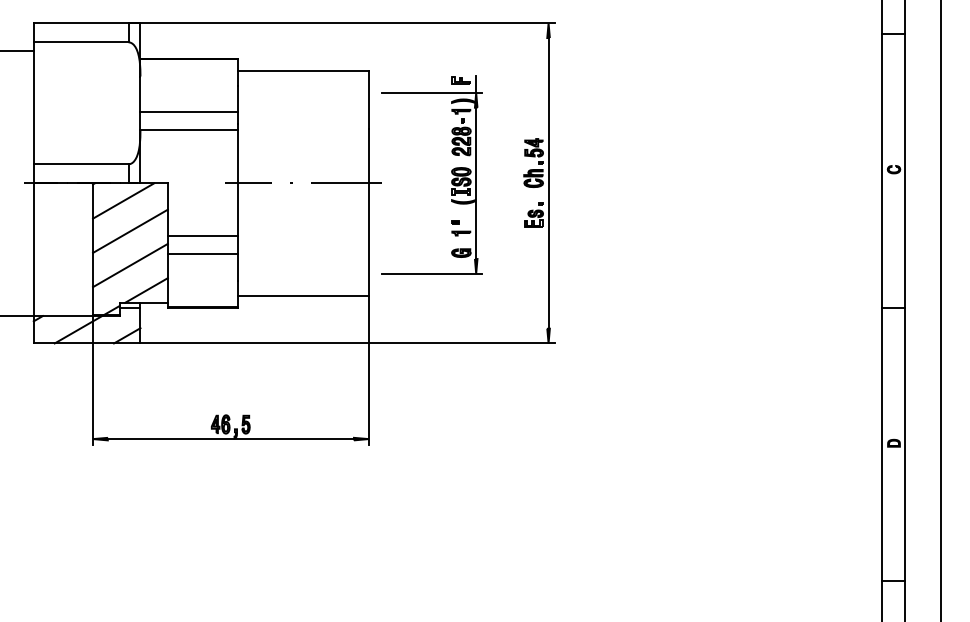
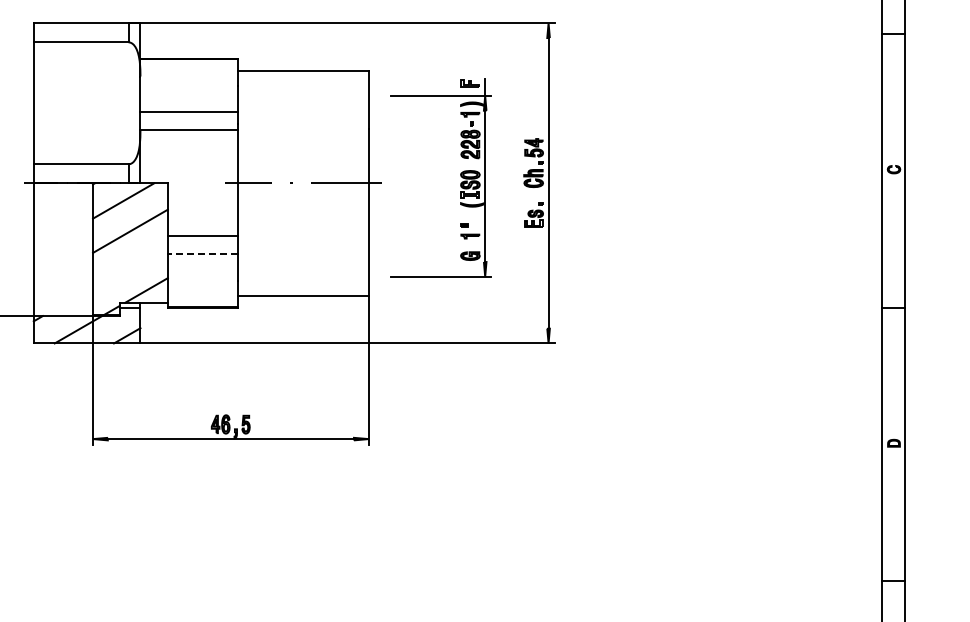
line at (17, 50): present -> none
part at (451, 173) position: (451, 173) -> (460, 176)
line at (202, 254): solid -> dashed
line at (130, 265): present -> none
line at (940, 310): present -> none
